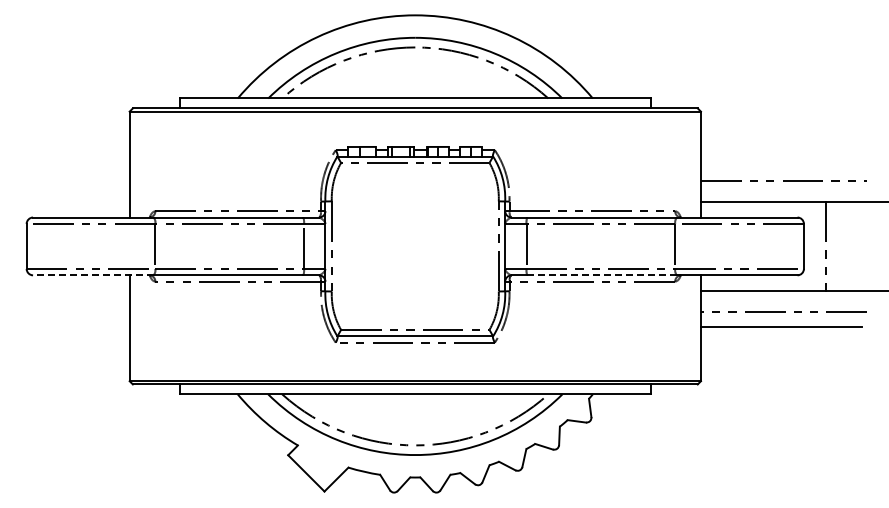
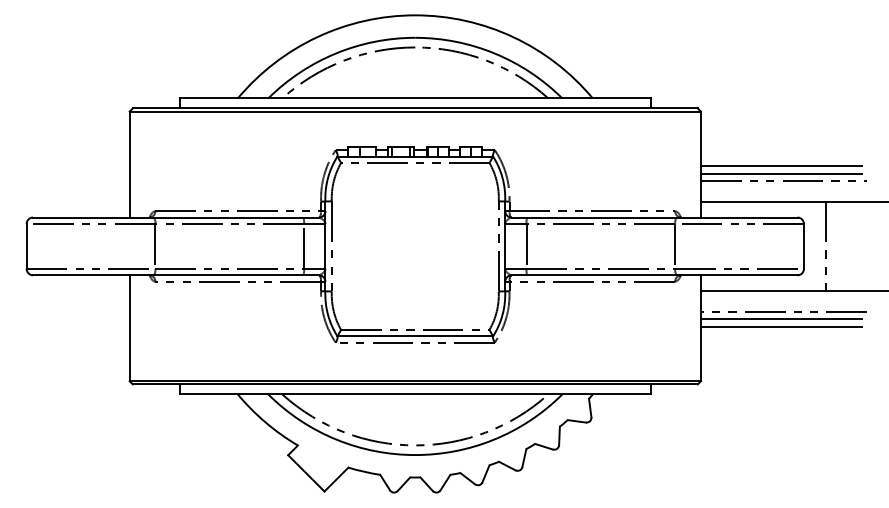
line at (781, 166): none -> present
line at (781, 174): none -> present
line at (92, 275): dashed -> solid
line at (602, 275): dashed -> solid
line at (781, 318): none -> present
